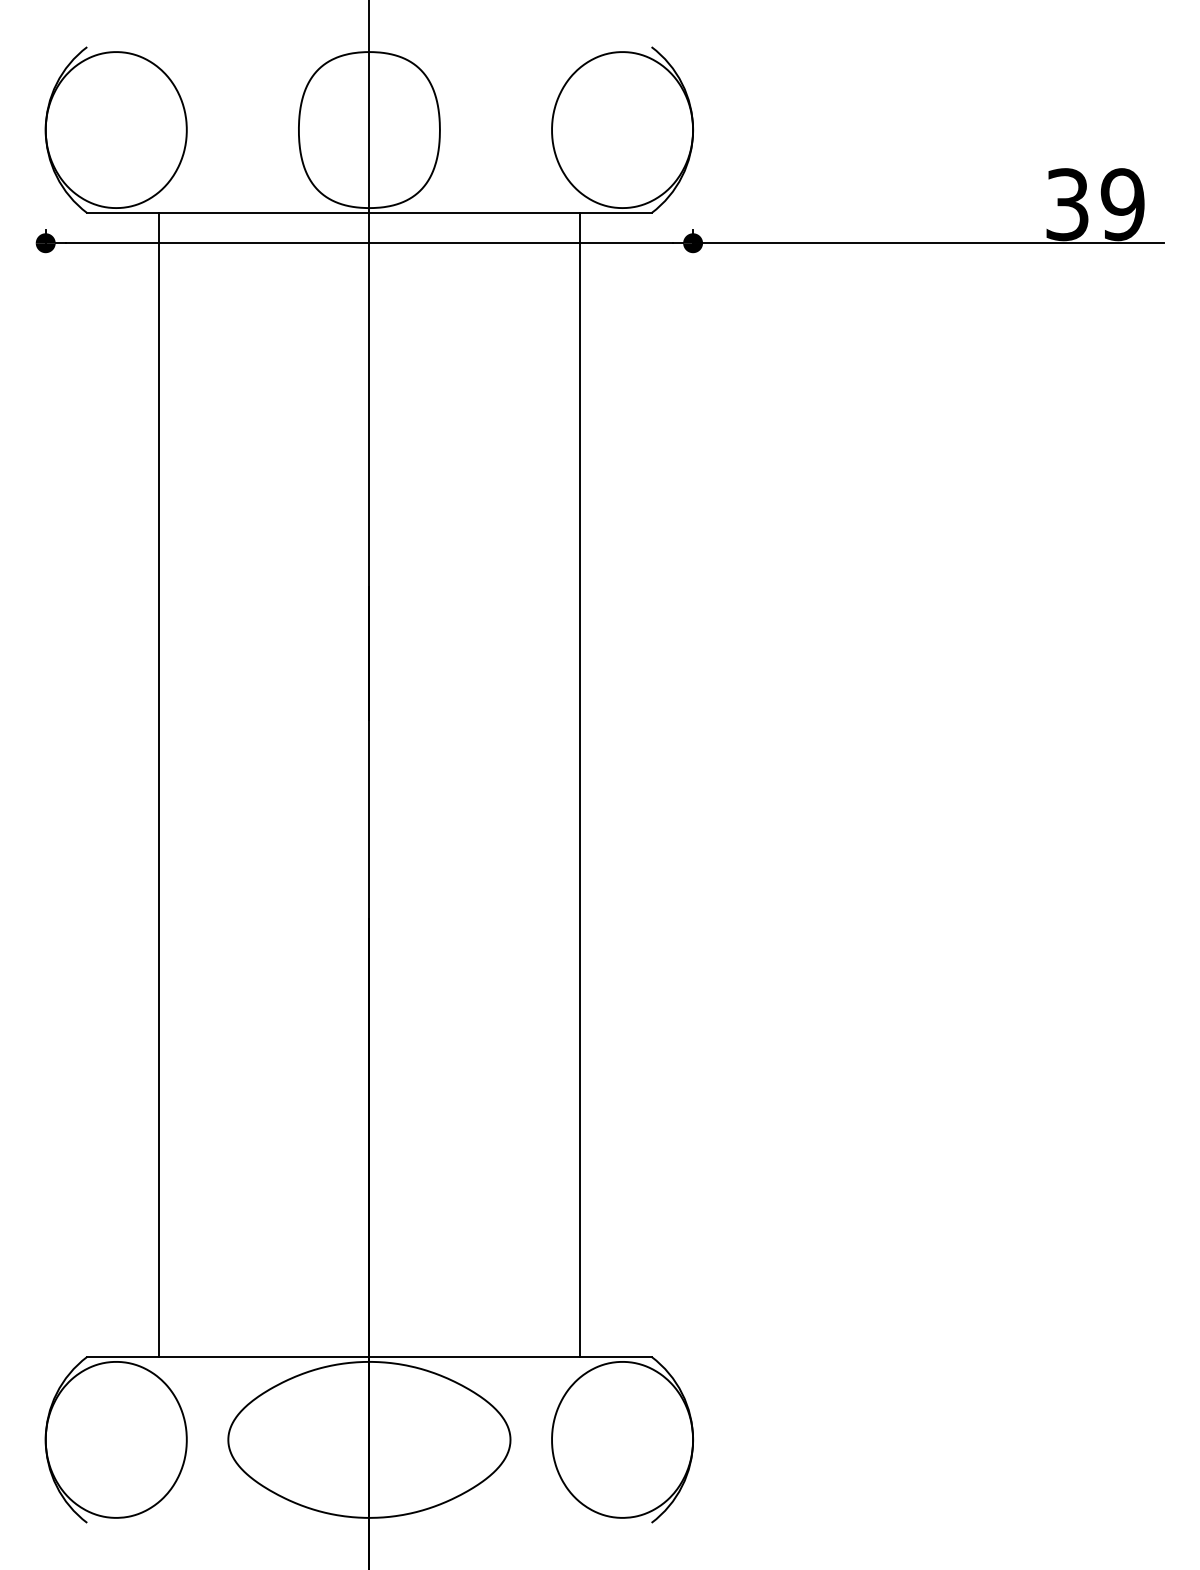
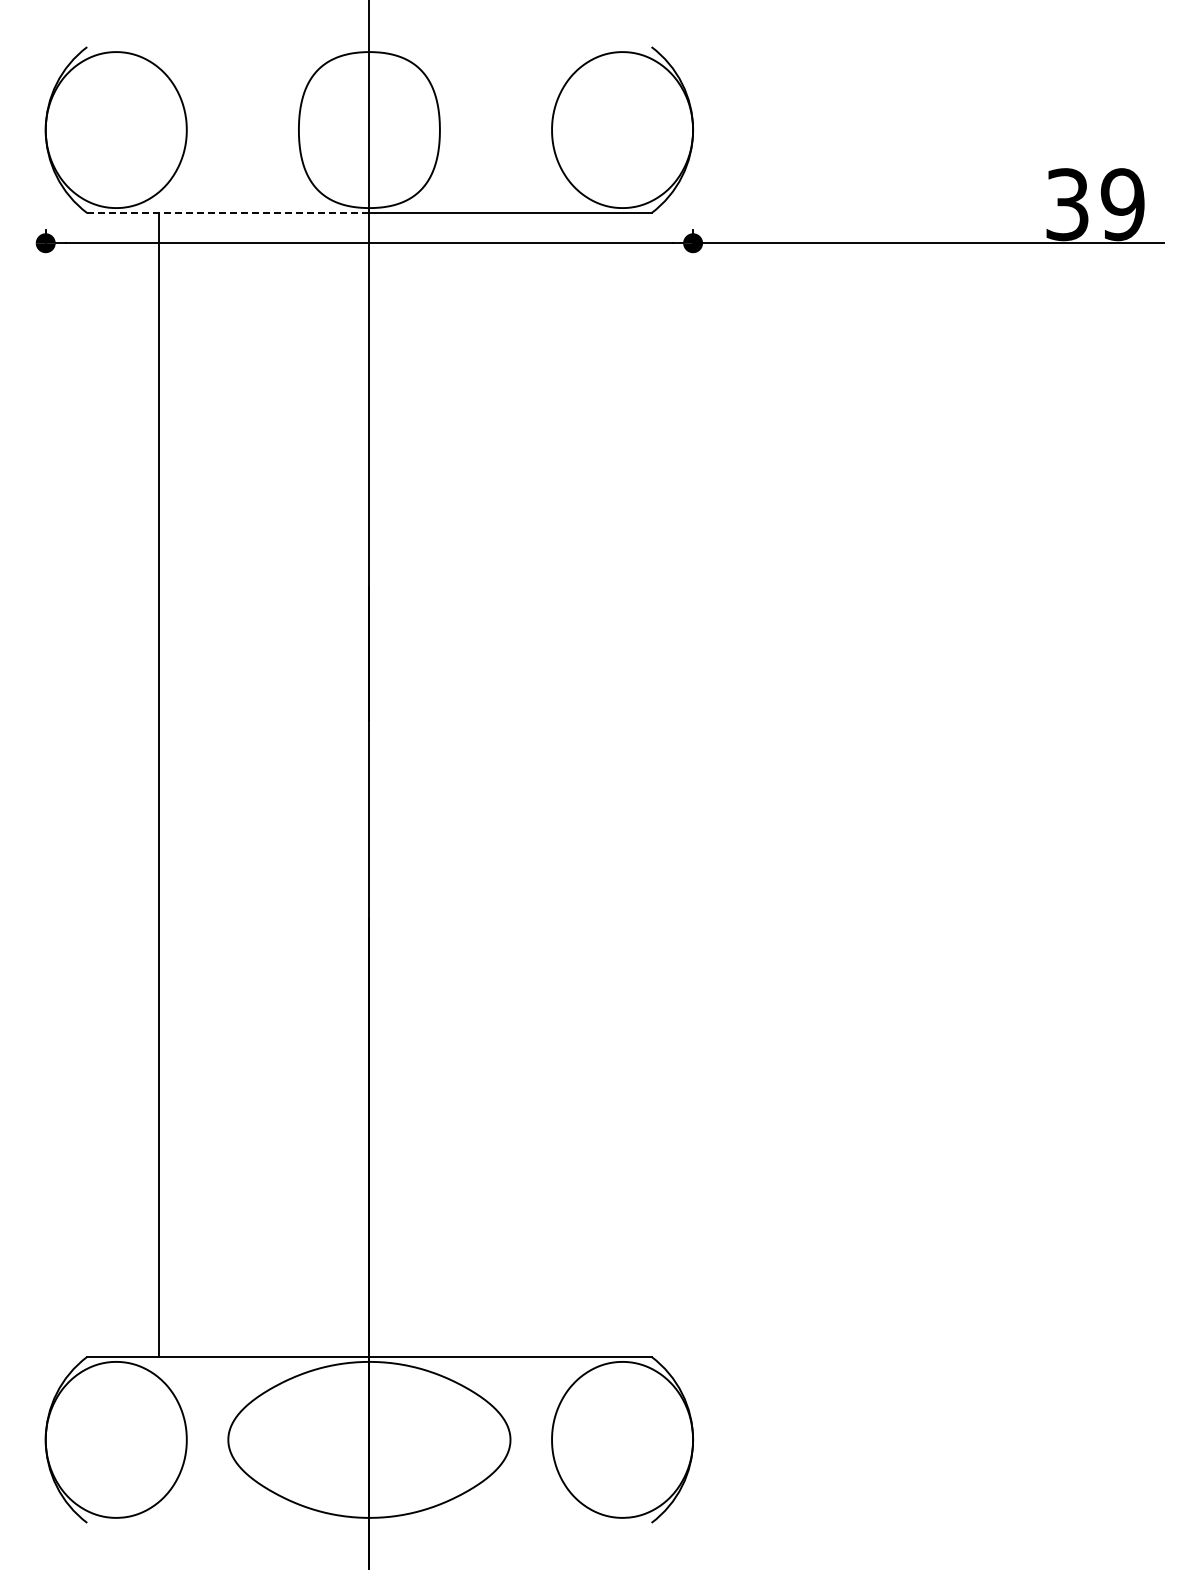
line at (228, 213): solid -> dashed
line at (580, 784): present -> none
